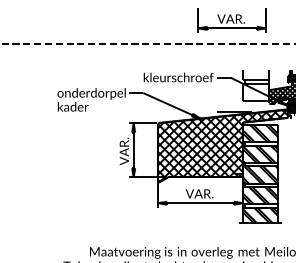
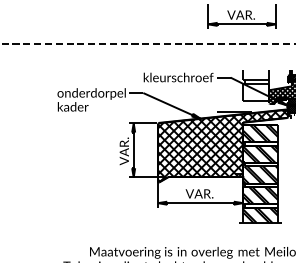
part at (231, 20) position: (231, 20) -> (241, 16)
